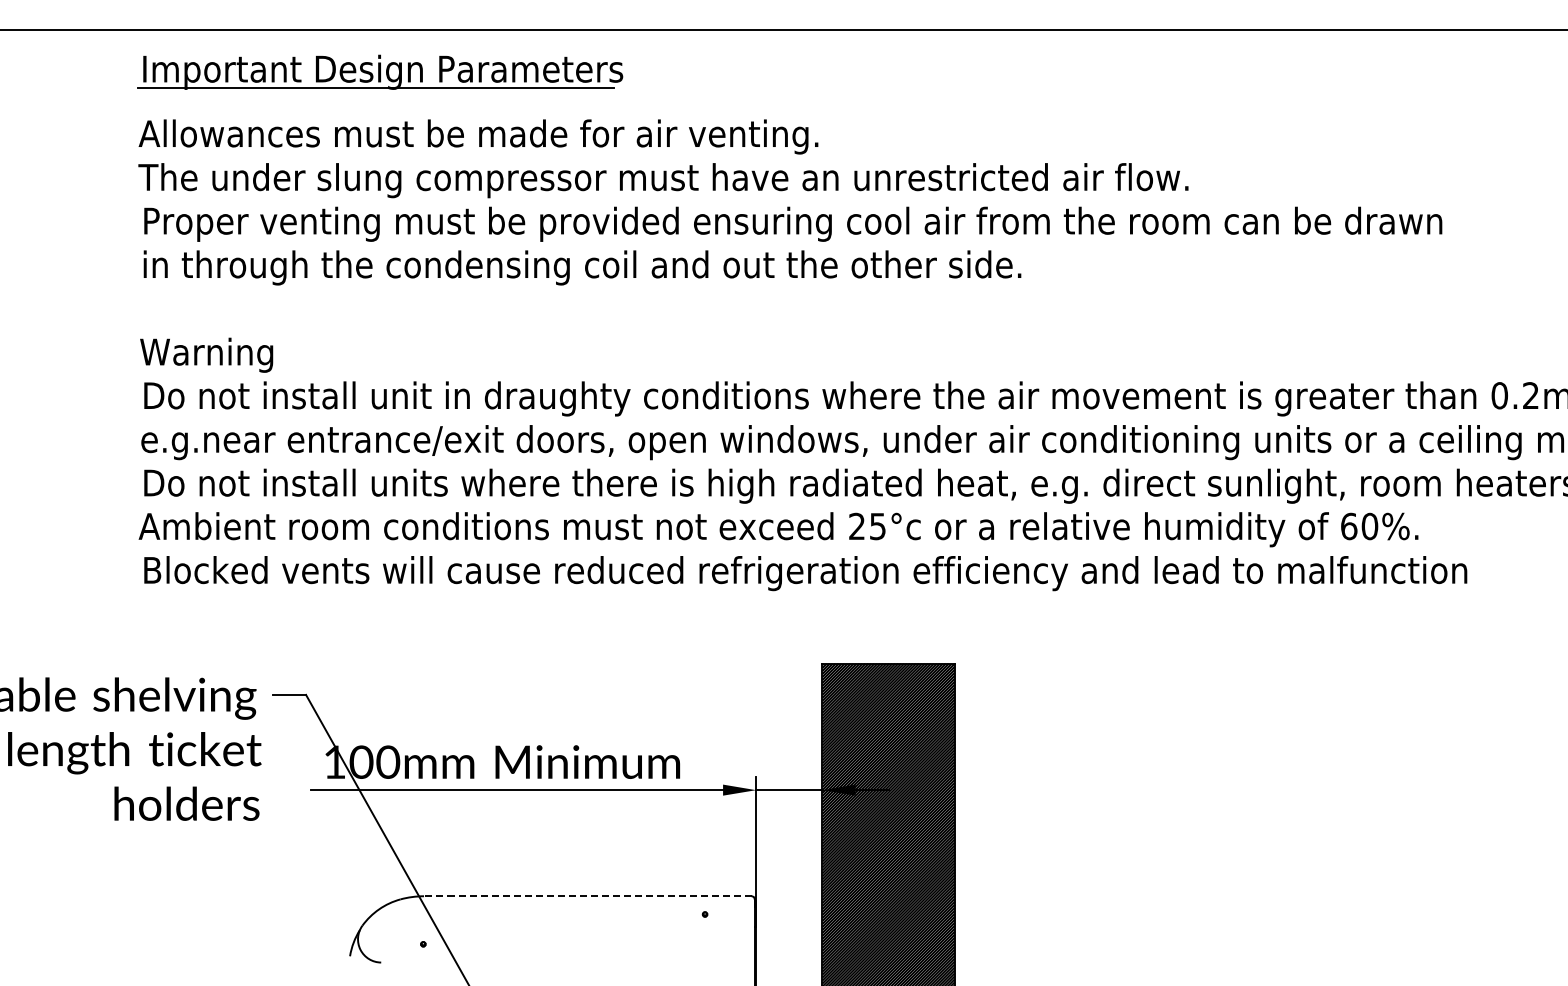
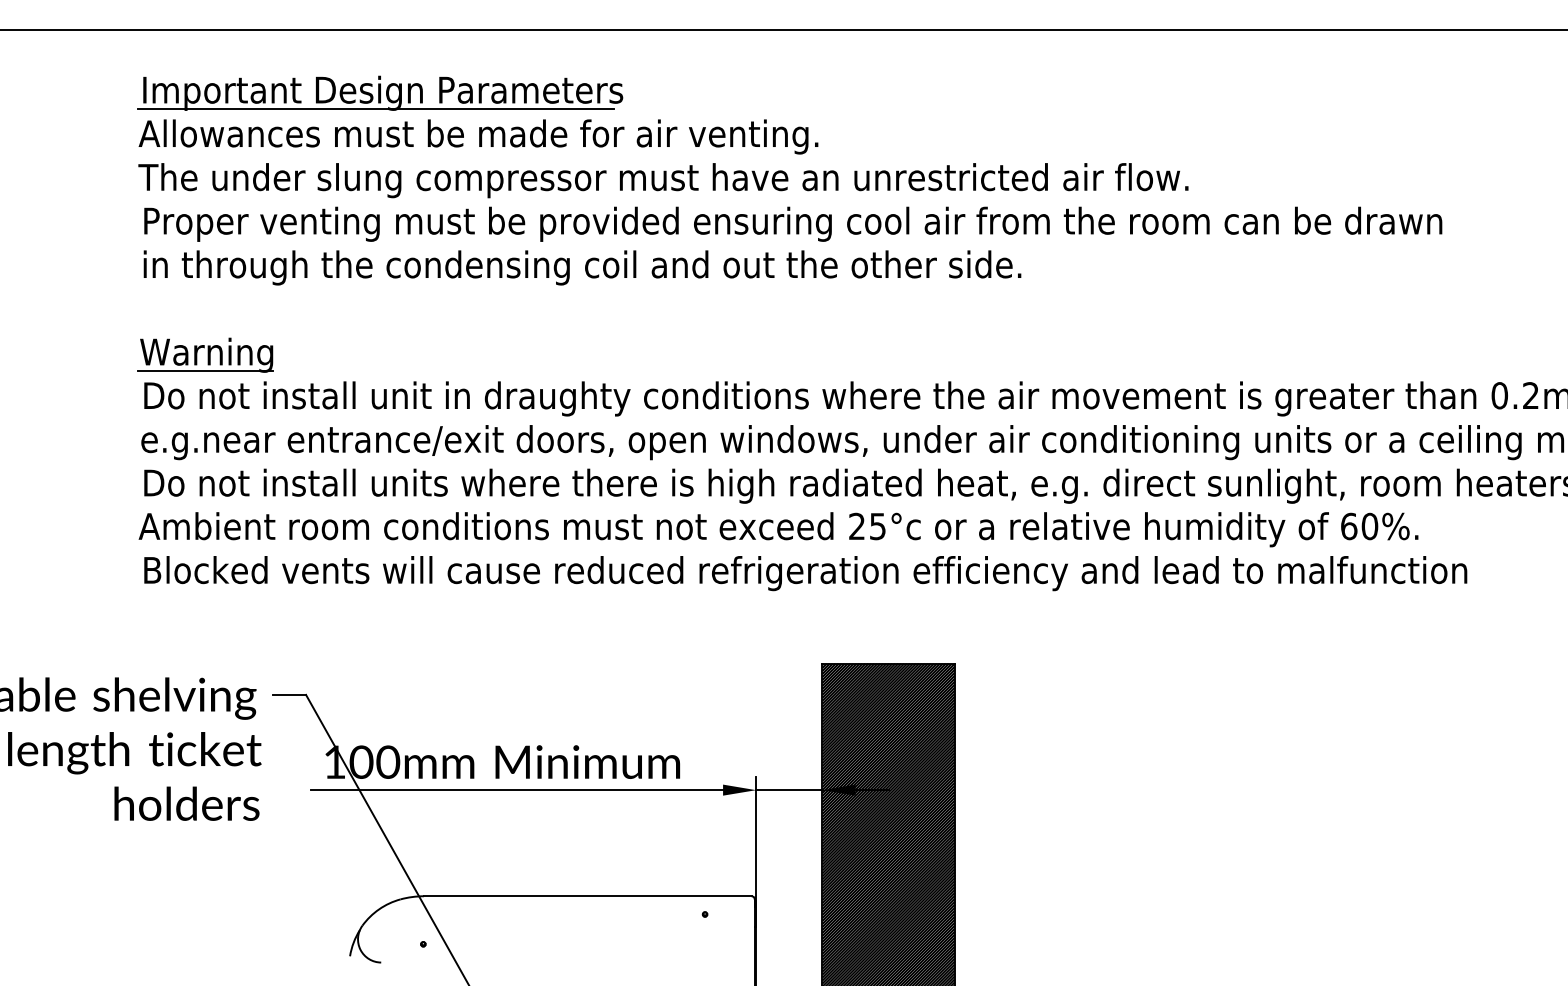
part at (380, 71) position: (380, 71) -> (380, 92)
line at (205, 371): none -> present
line at (587, 896): dashed -> solid
